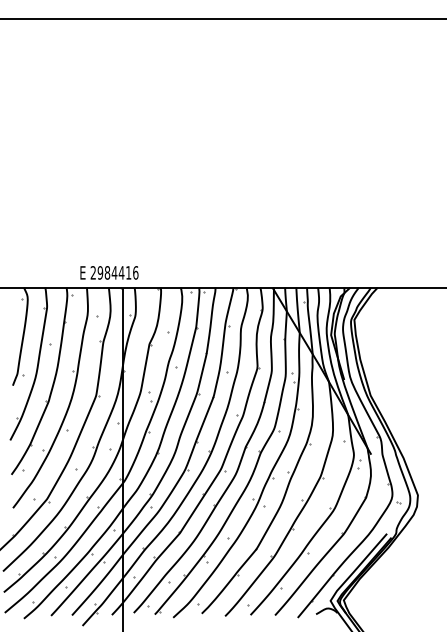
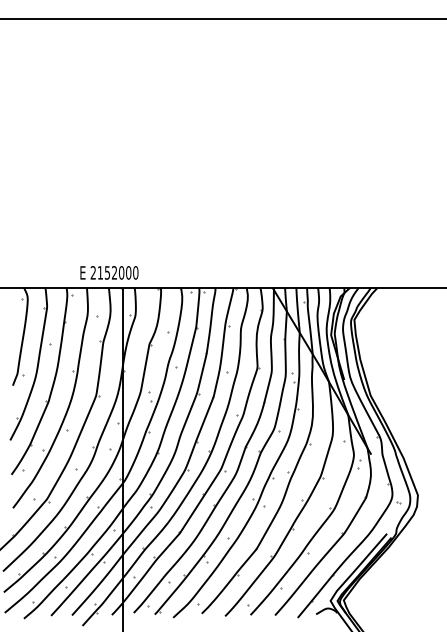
text at (117, 272): 2984416 -> 2152000
